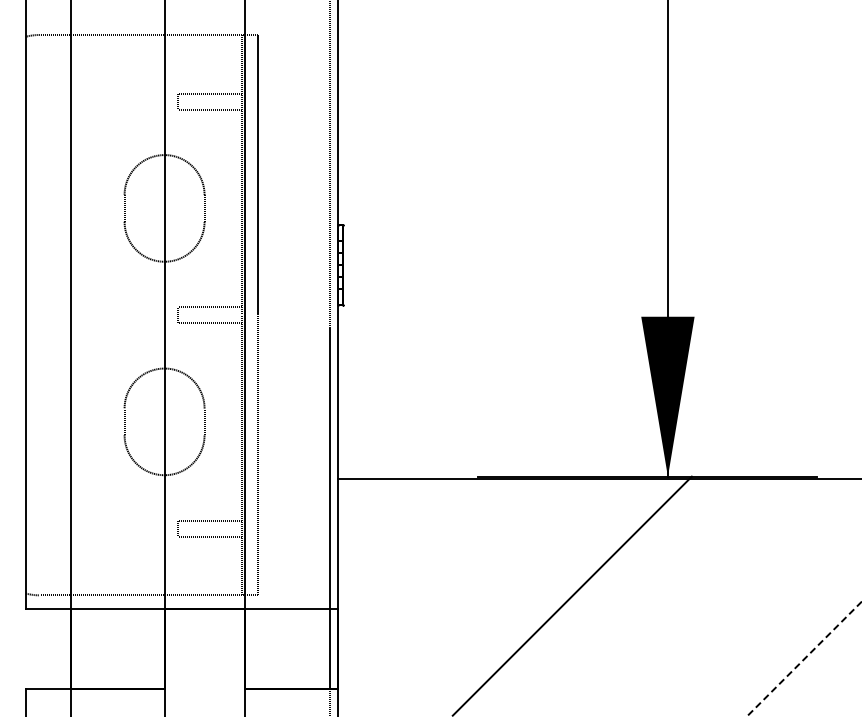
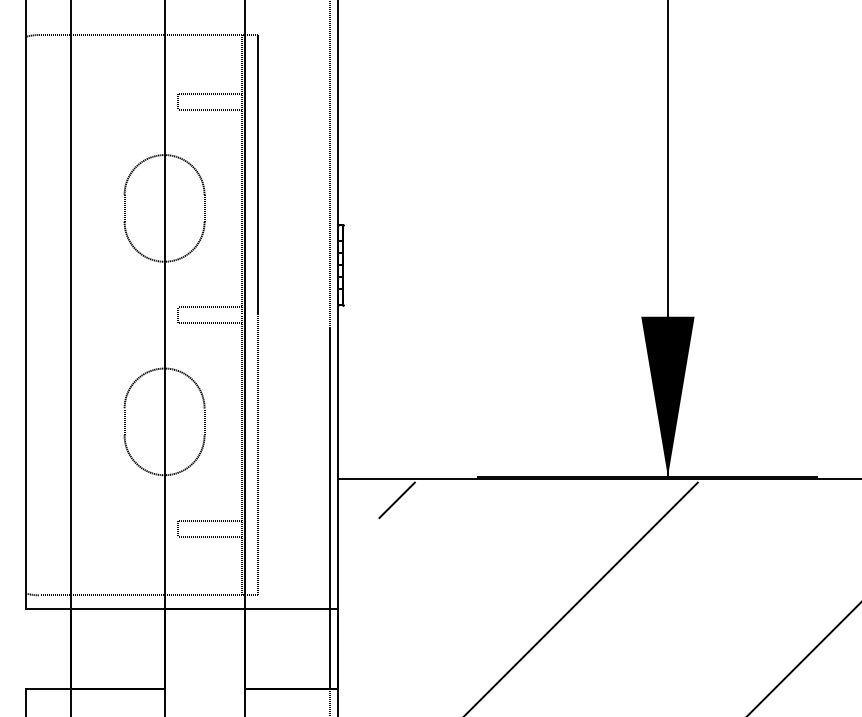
line at (396, 499): none -> present
line at (572, 594) position: (572, 594) -> (581, 597)
line at (804, 658): dashed -> solid
